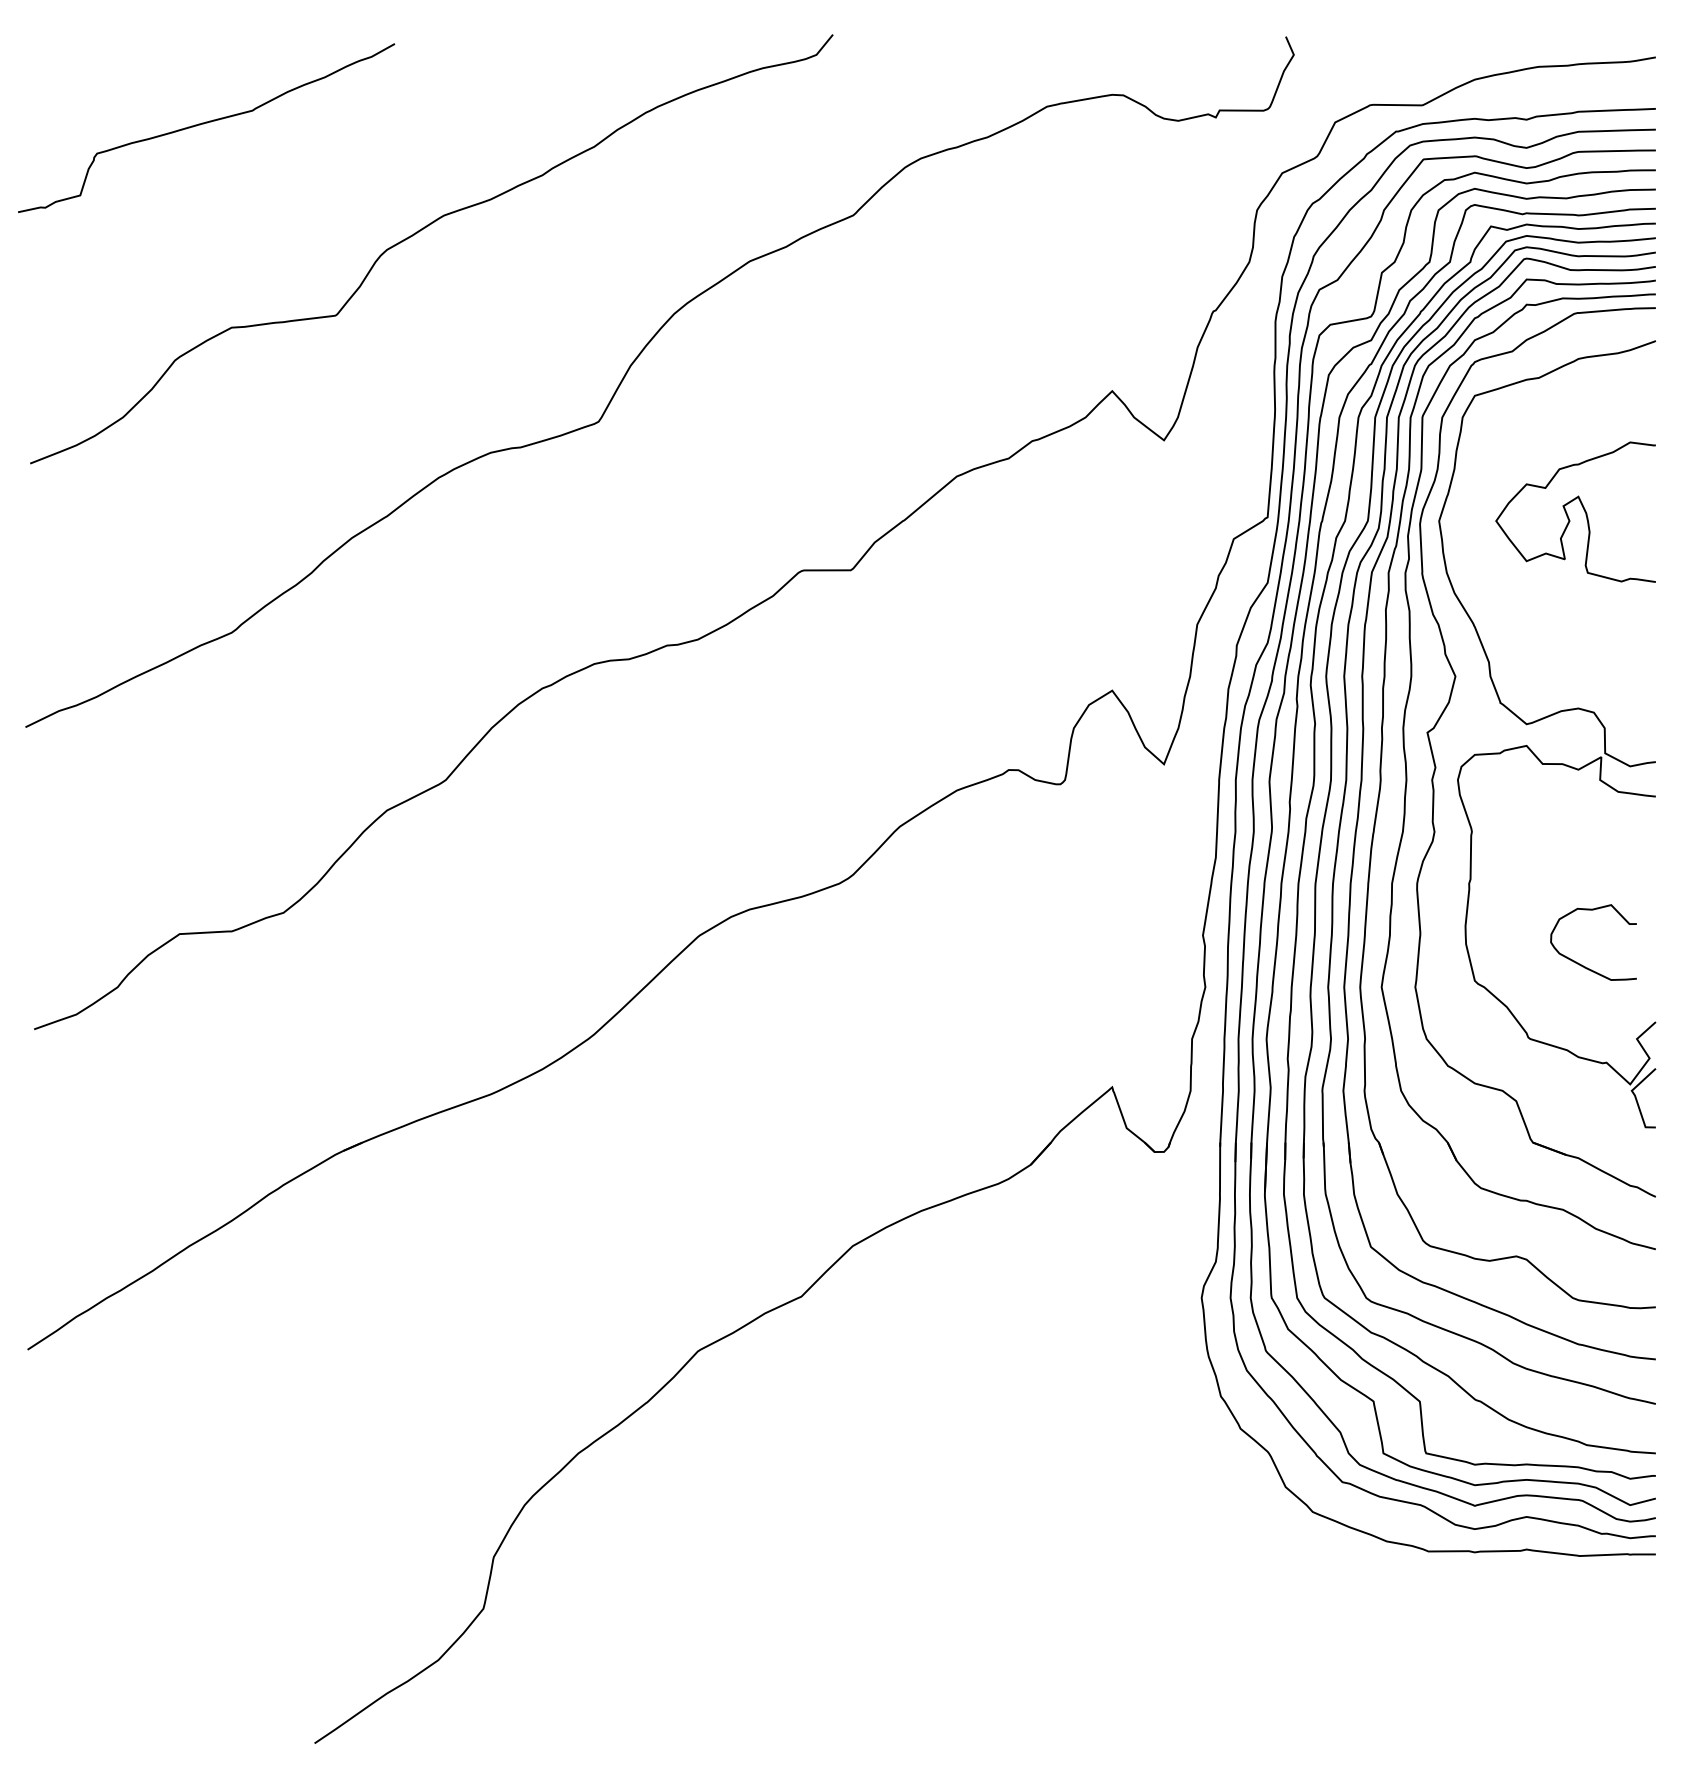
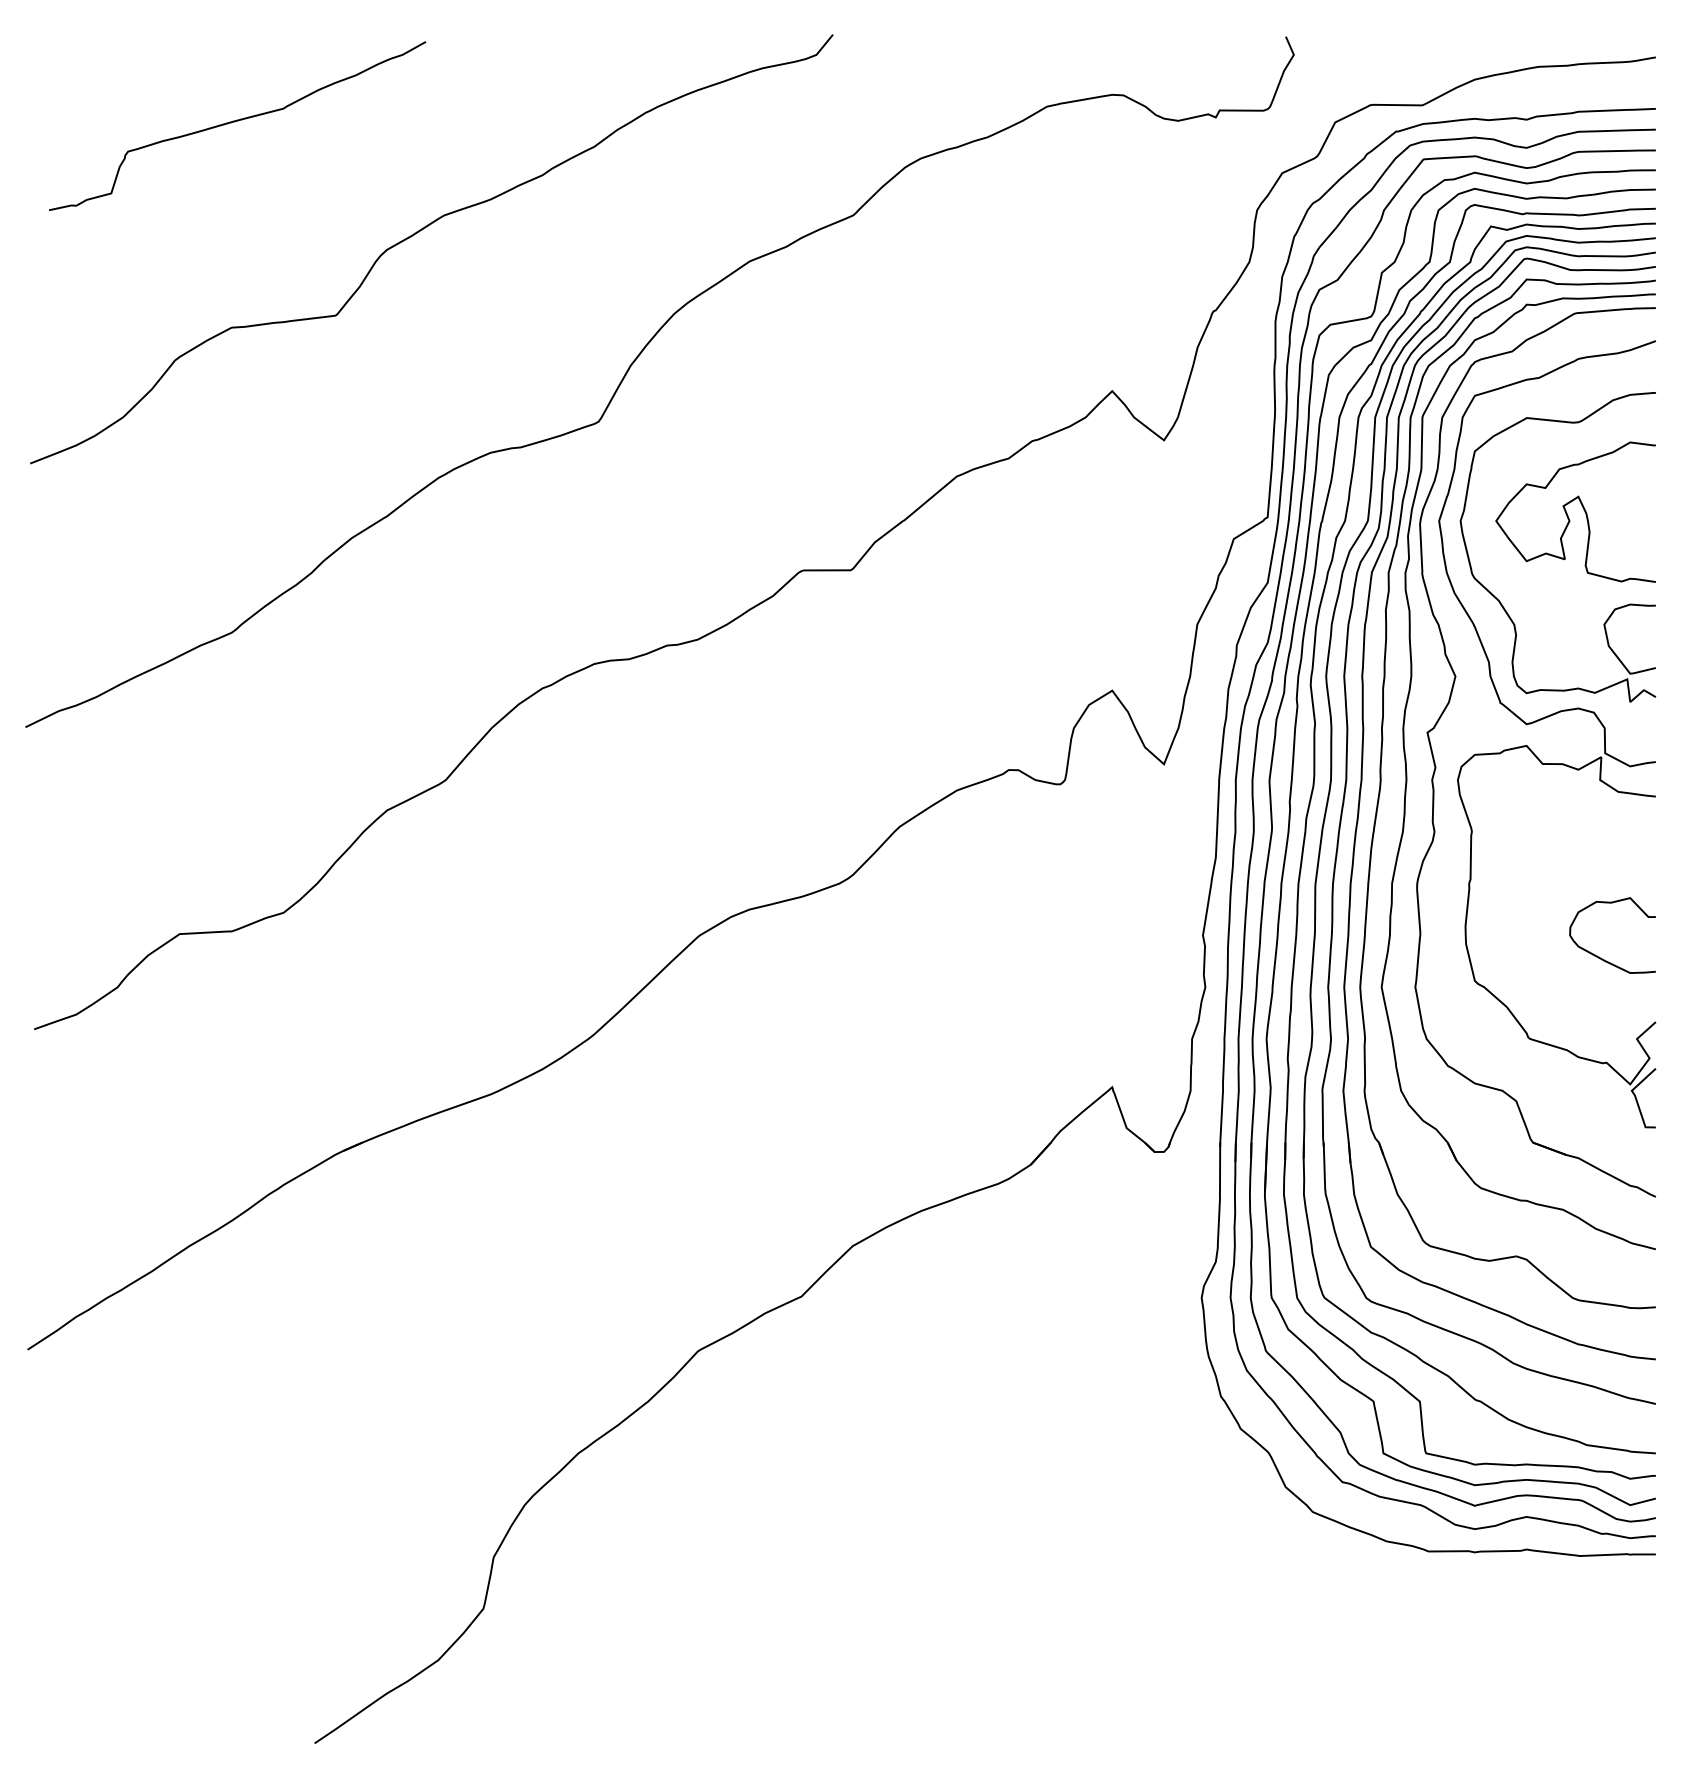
curve at (206, 123) position: (206, 123) -> (237, 121)
part at (1501, 602): none -> present
curve at (1580, 963) position: (1580, 963) -> (1599, 956)
